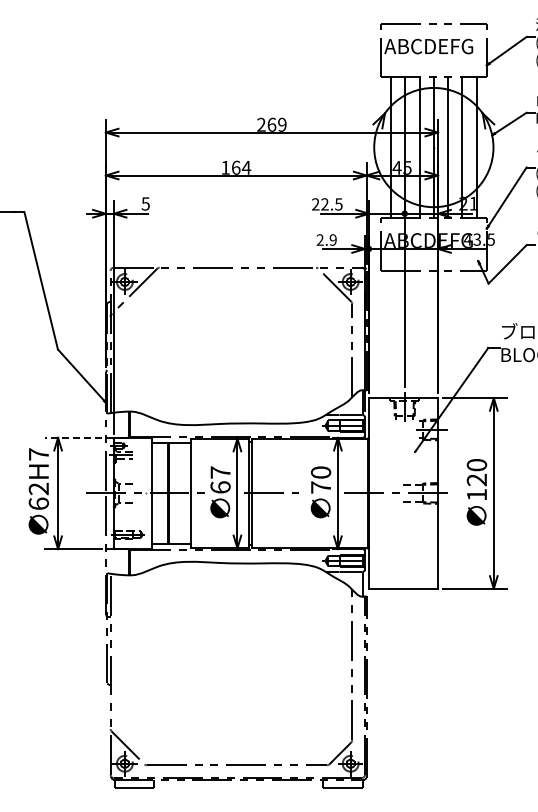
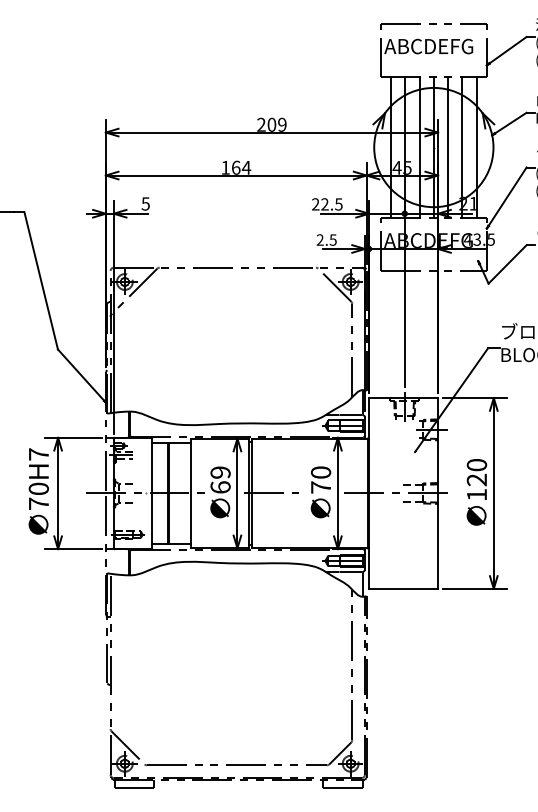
text at (271, 124): 269 -> 209
text at (332, 239): 2.9 -> 2.5
line at (73, 437): dashed -> solid
text at (220, 472): 67 -> 69
text at (38, 495): 62H7 -> 70H7
